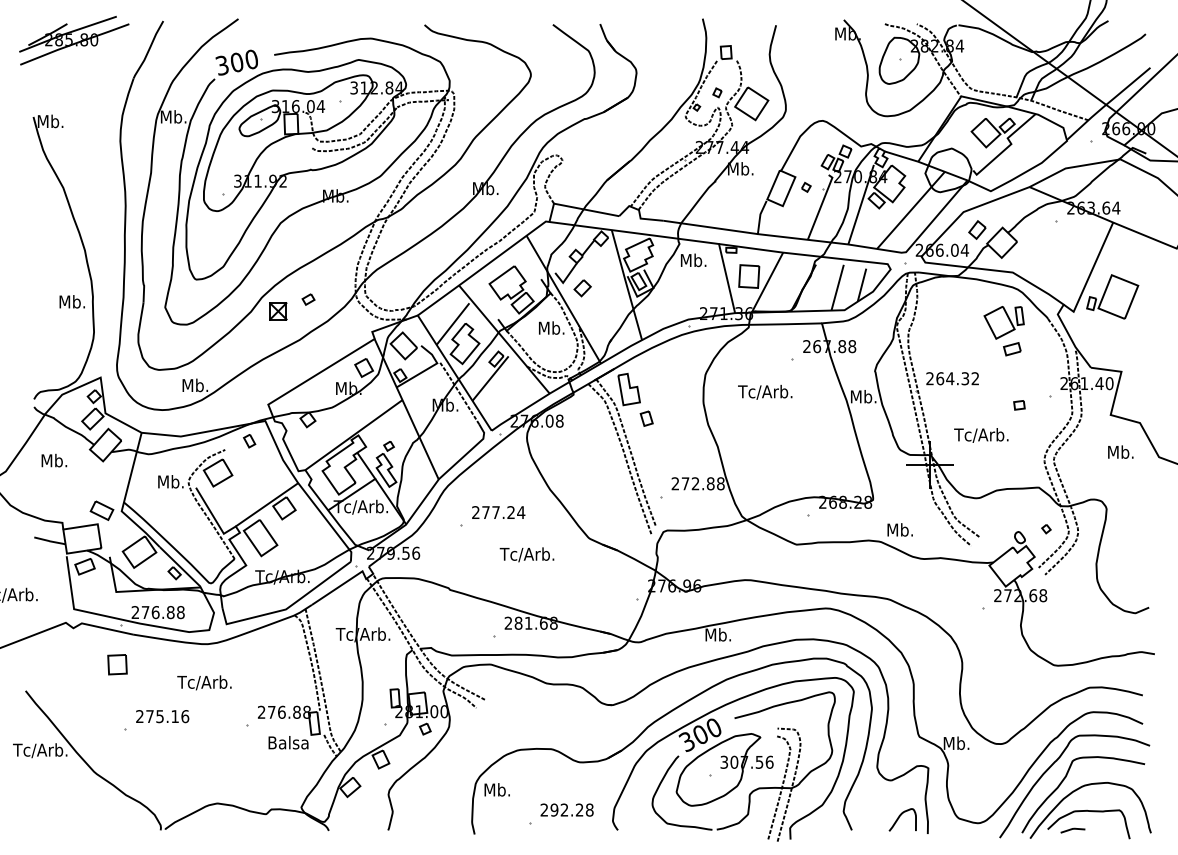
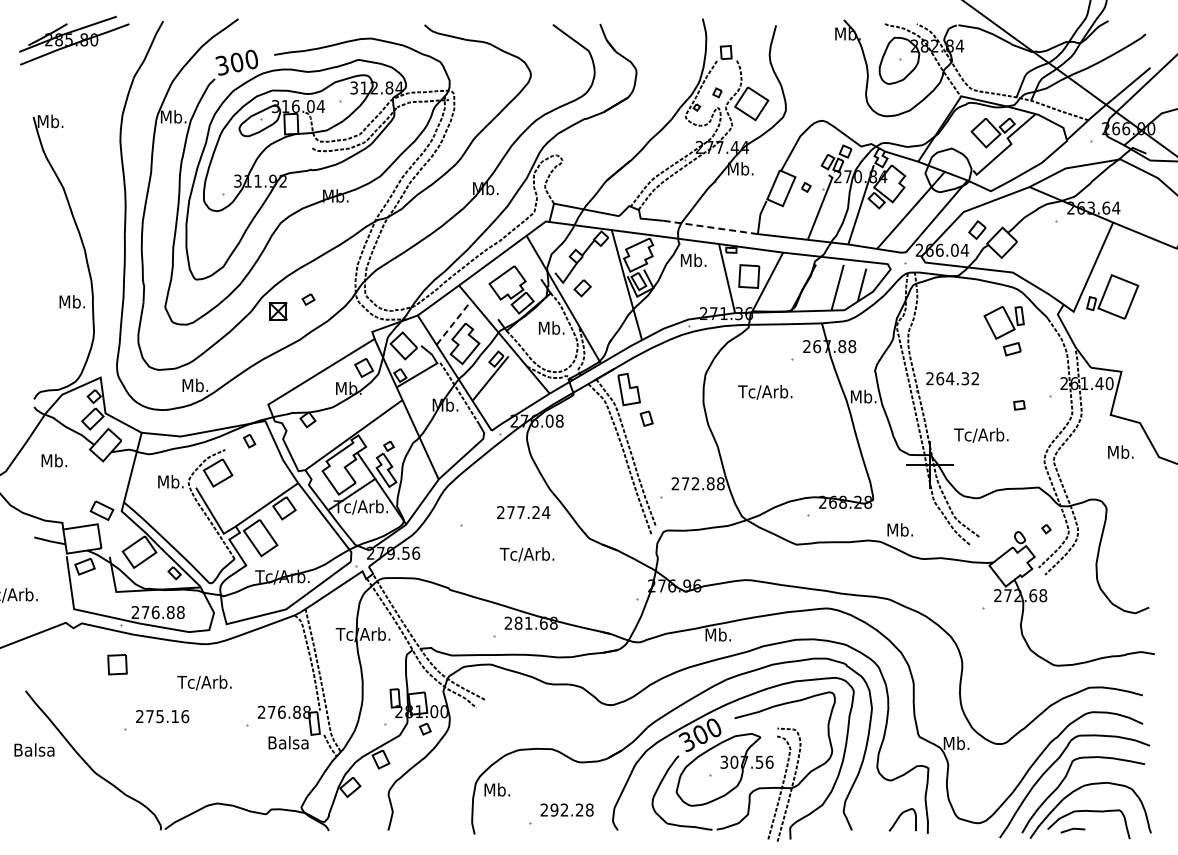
line at (710, 227): solid -> dashed
line at (453, 323): solid -> dashed
text at (498, 512) position: (498, 512) -> (523, 512)
text at (40, 750): Tc/Arb. -> Balsa
